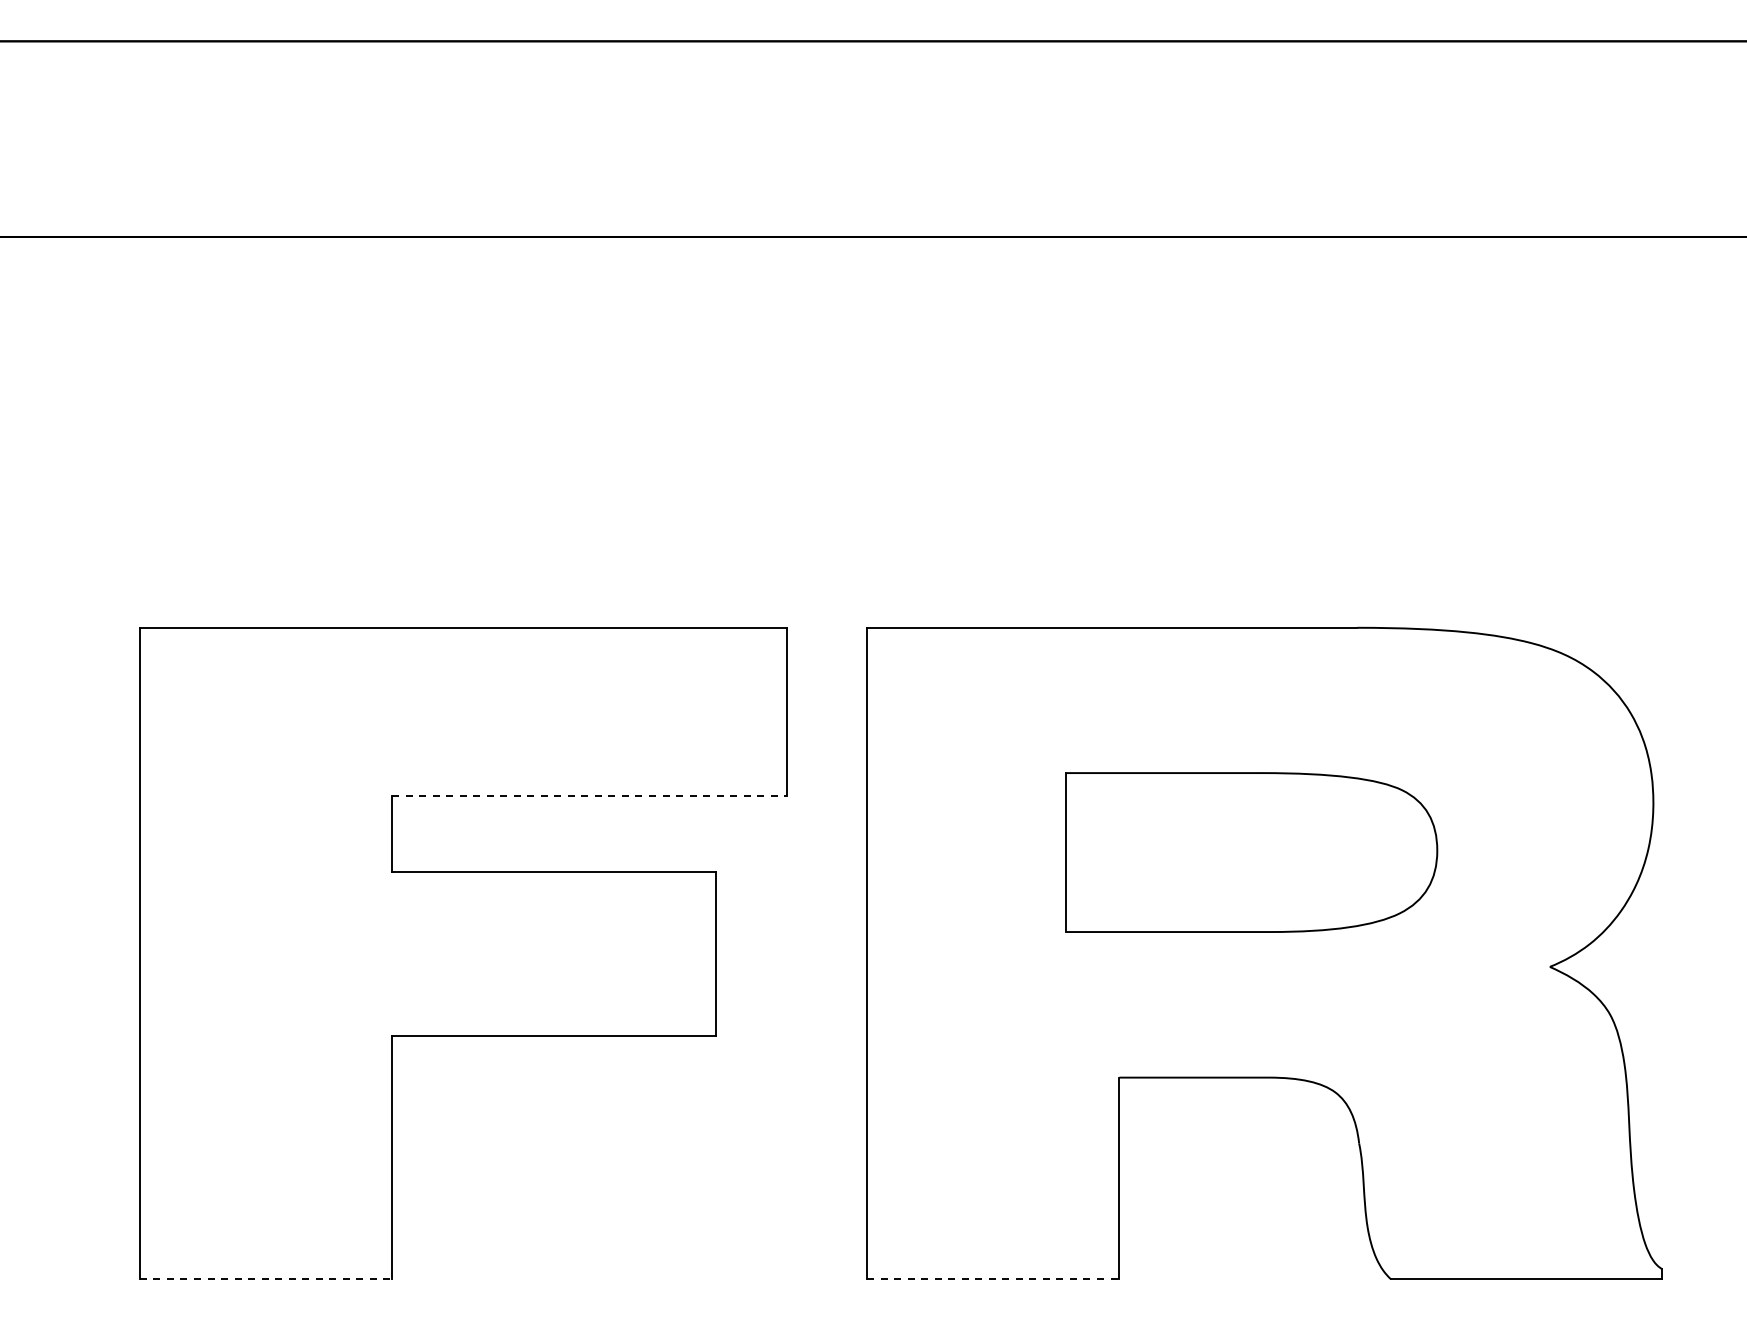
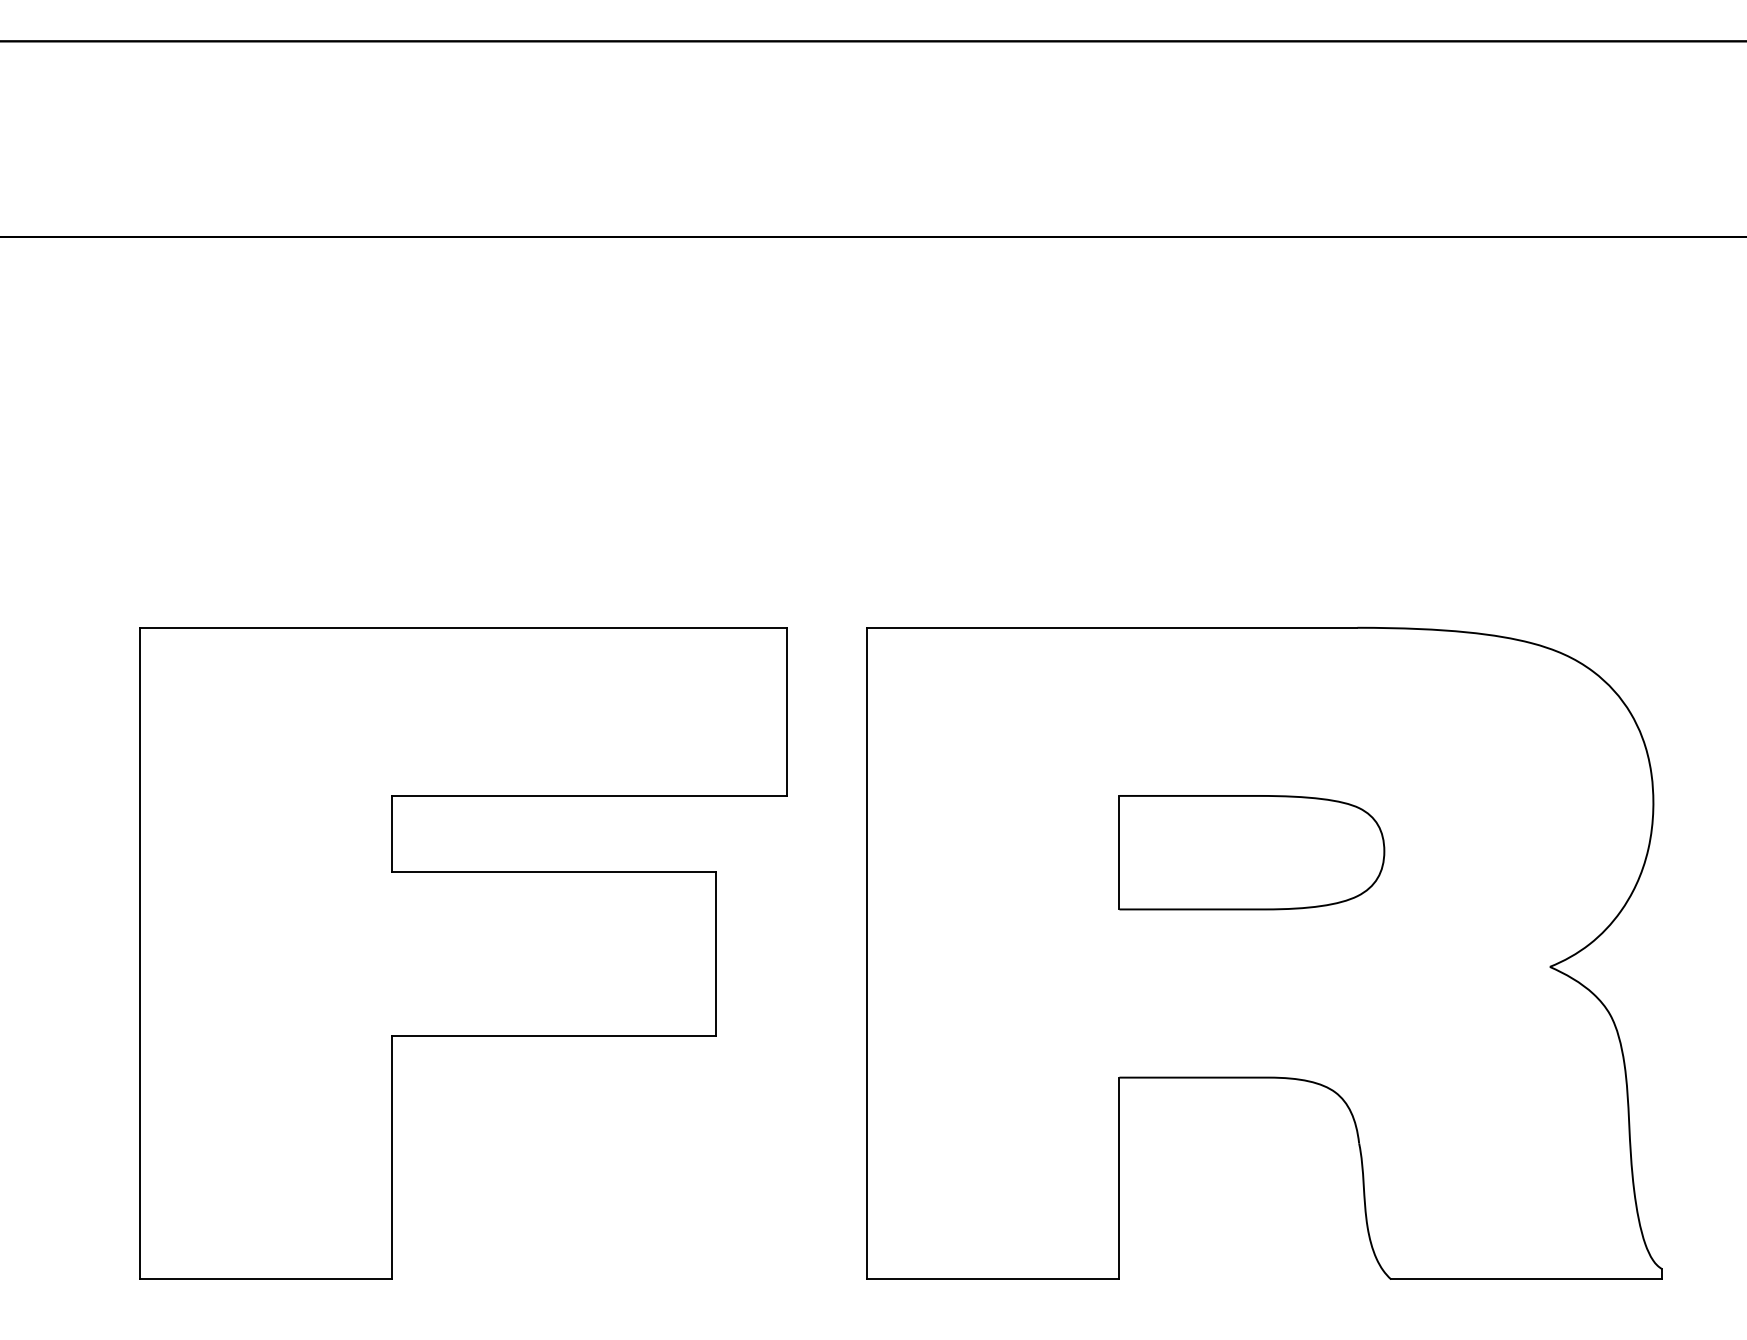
line at (589, 795): dashed -> solid
part at (1251, 852) size: 374x161 px -> 268x116 px
line at (266, 1279): dashed -> solid
line at (993, 1279): dashed -> solid
